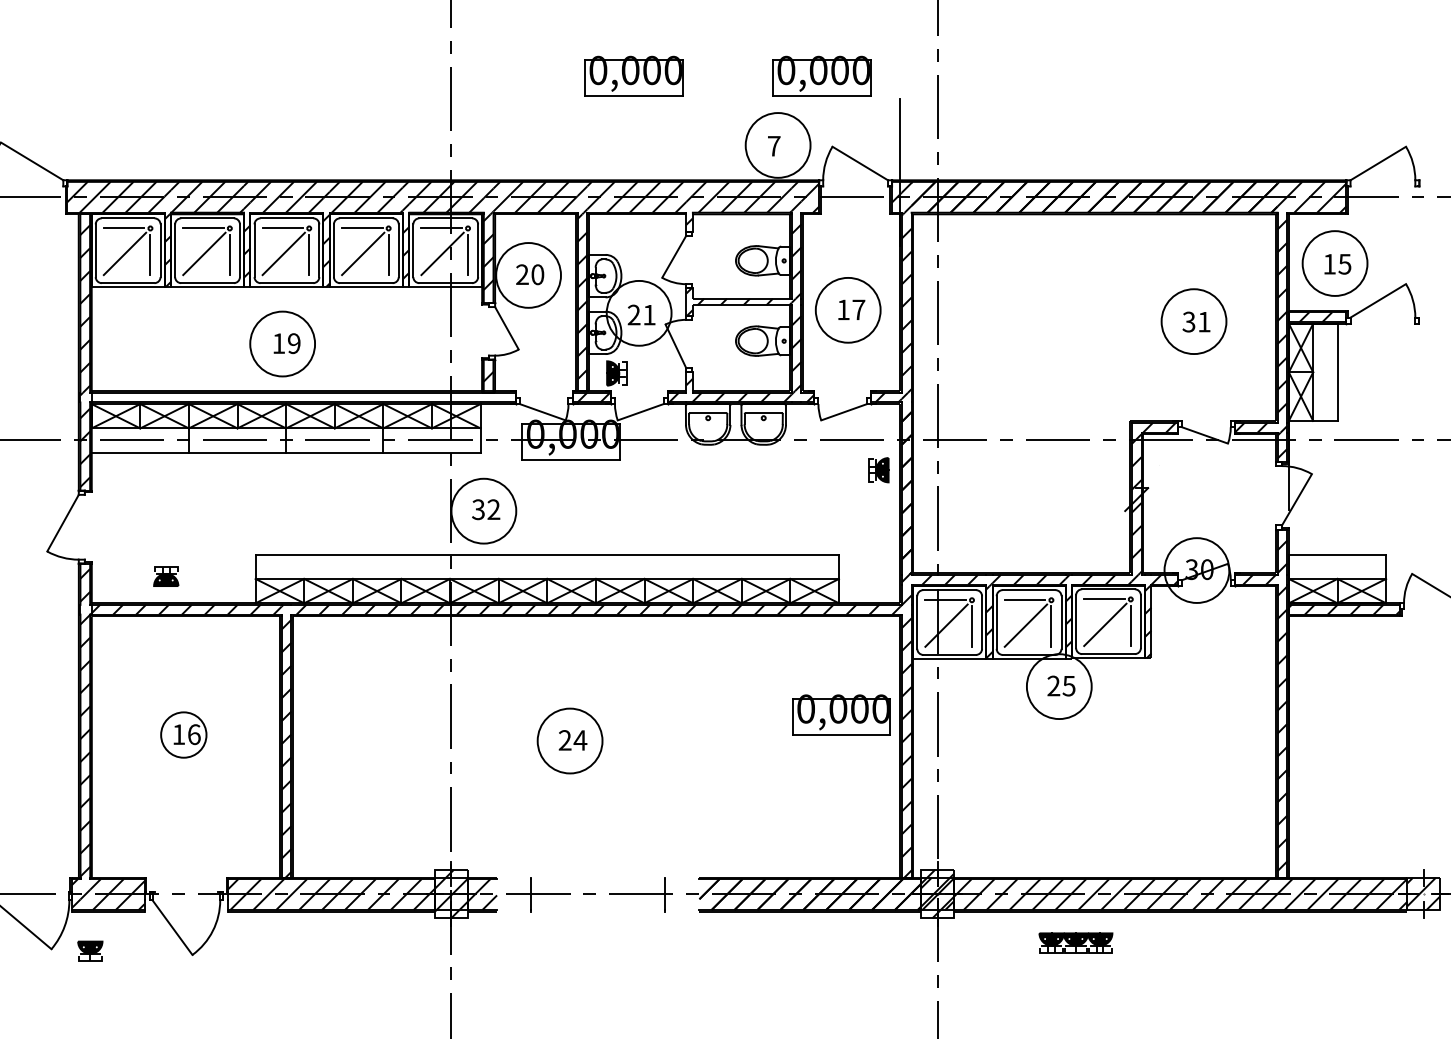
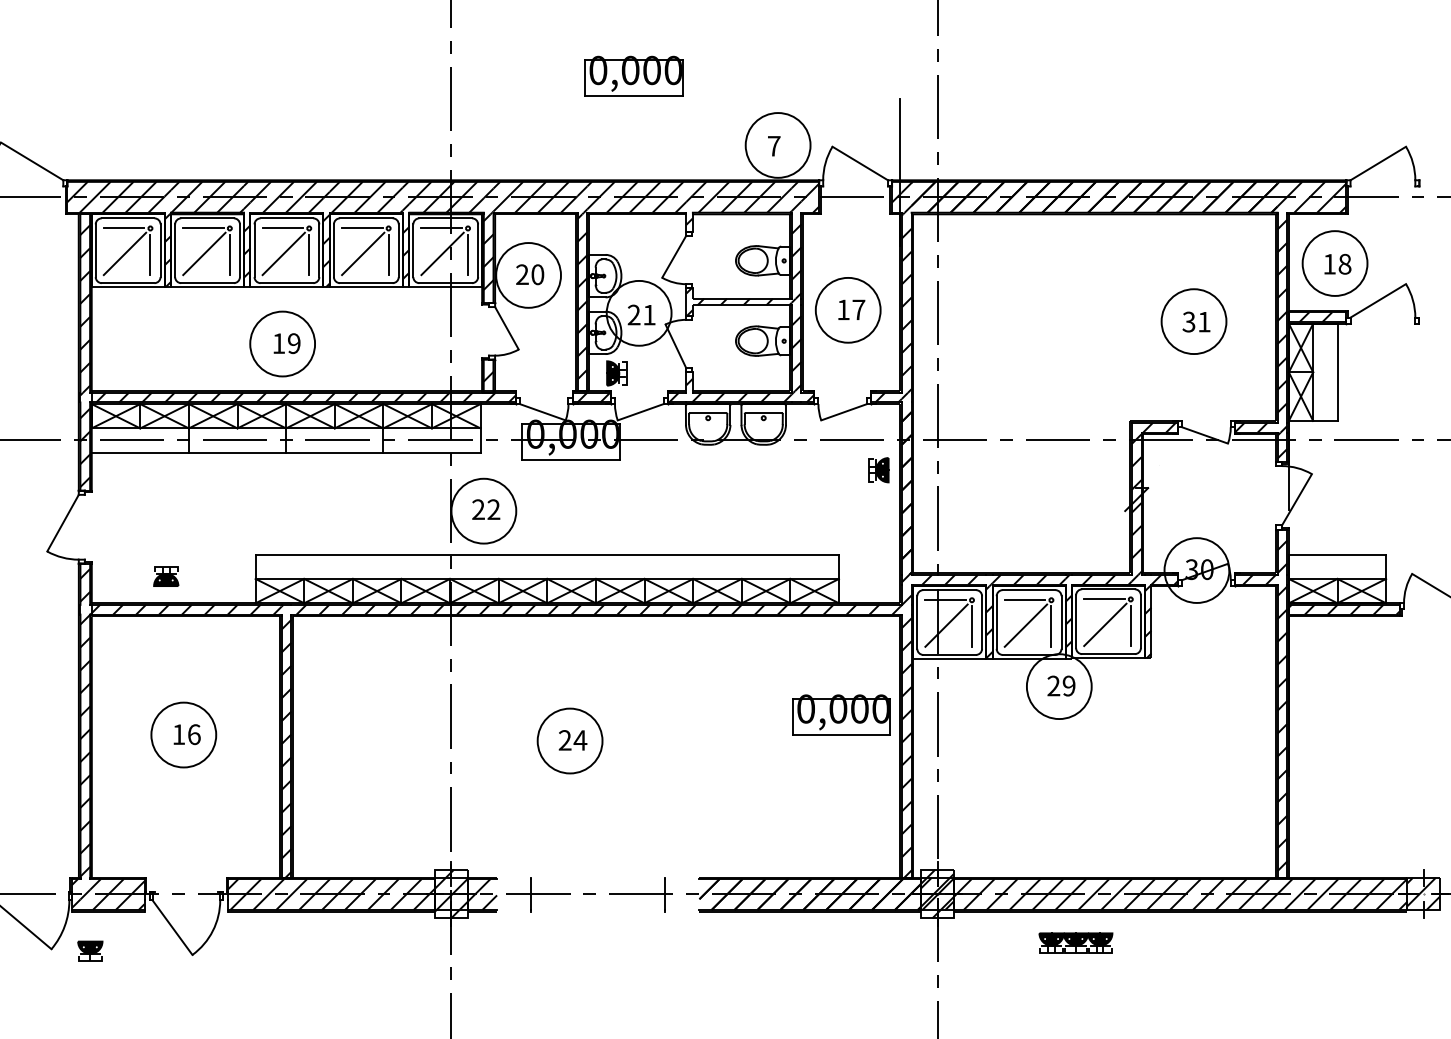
part at (821, 75): present -> none
text at (1344, 263): 15 -> 18
hatch at (305, 397): none -> present
text at (478, 509): 32 -> 22
text at (1068, 685): 25 -> 29
circle at (183, 734) diameter: 45 px -> 65 px
